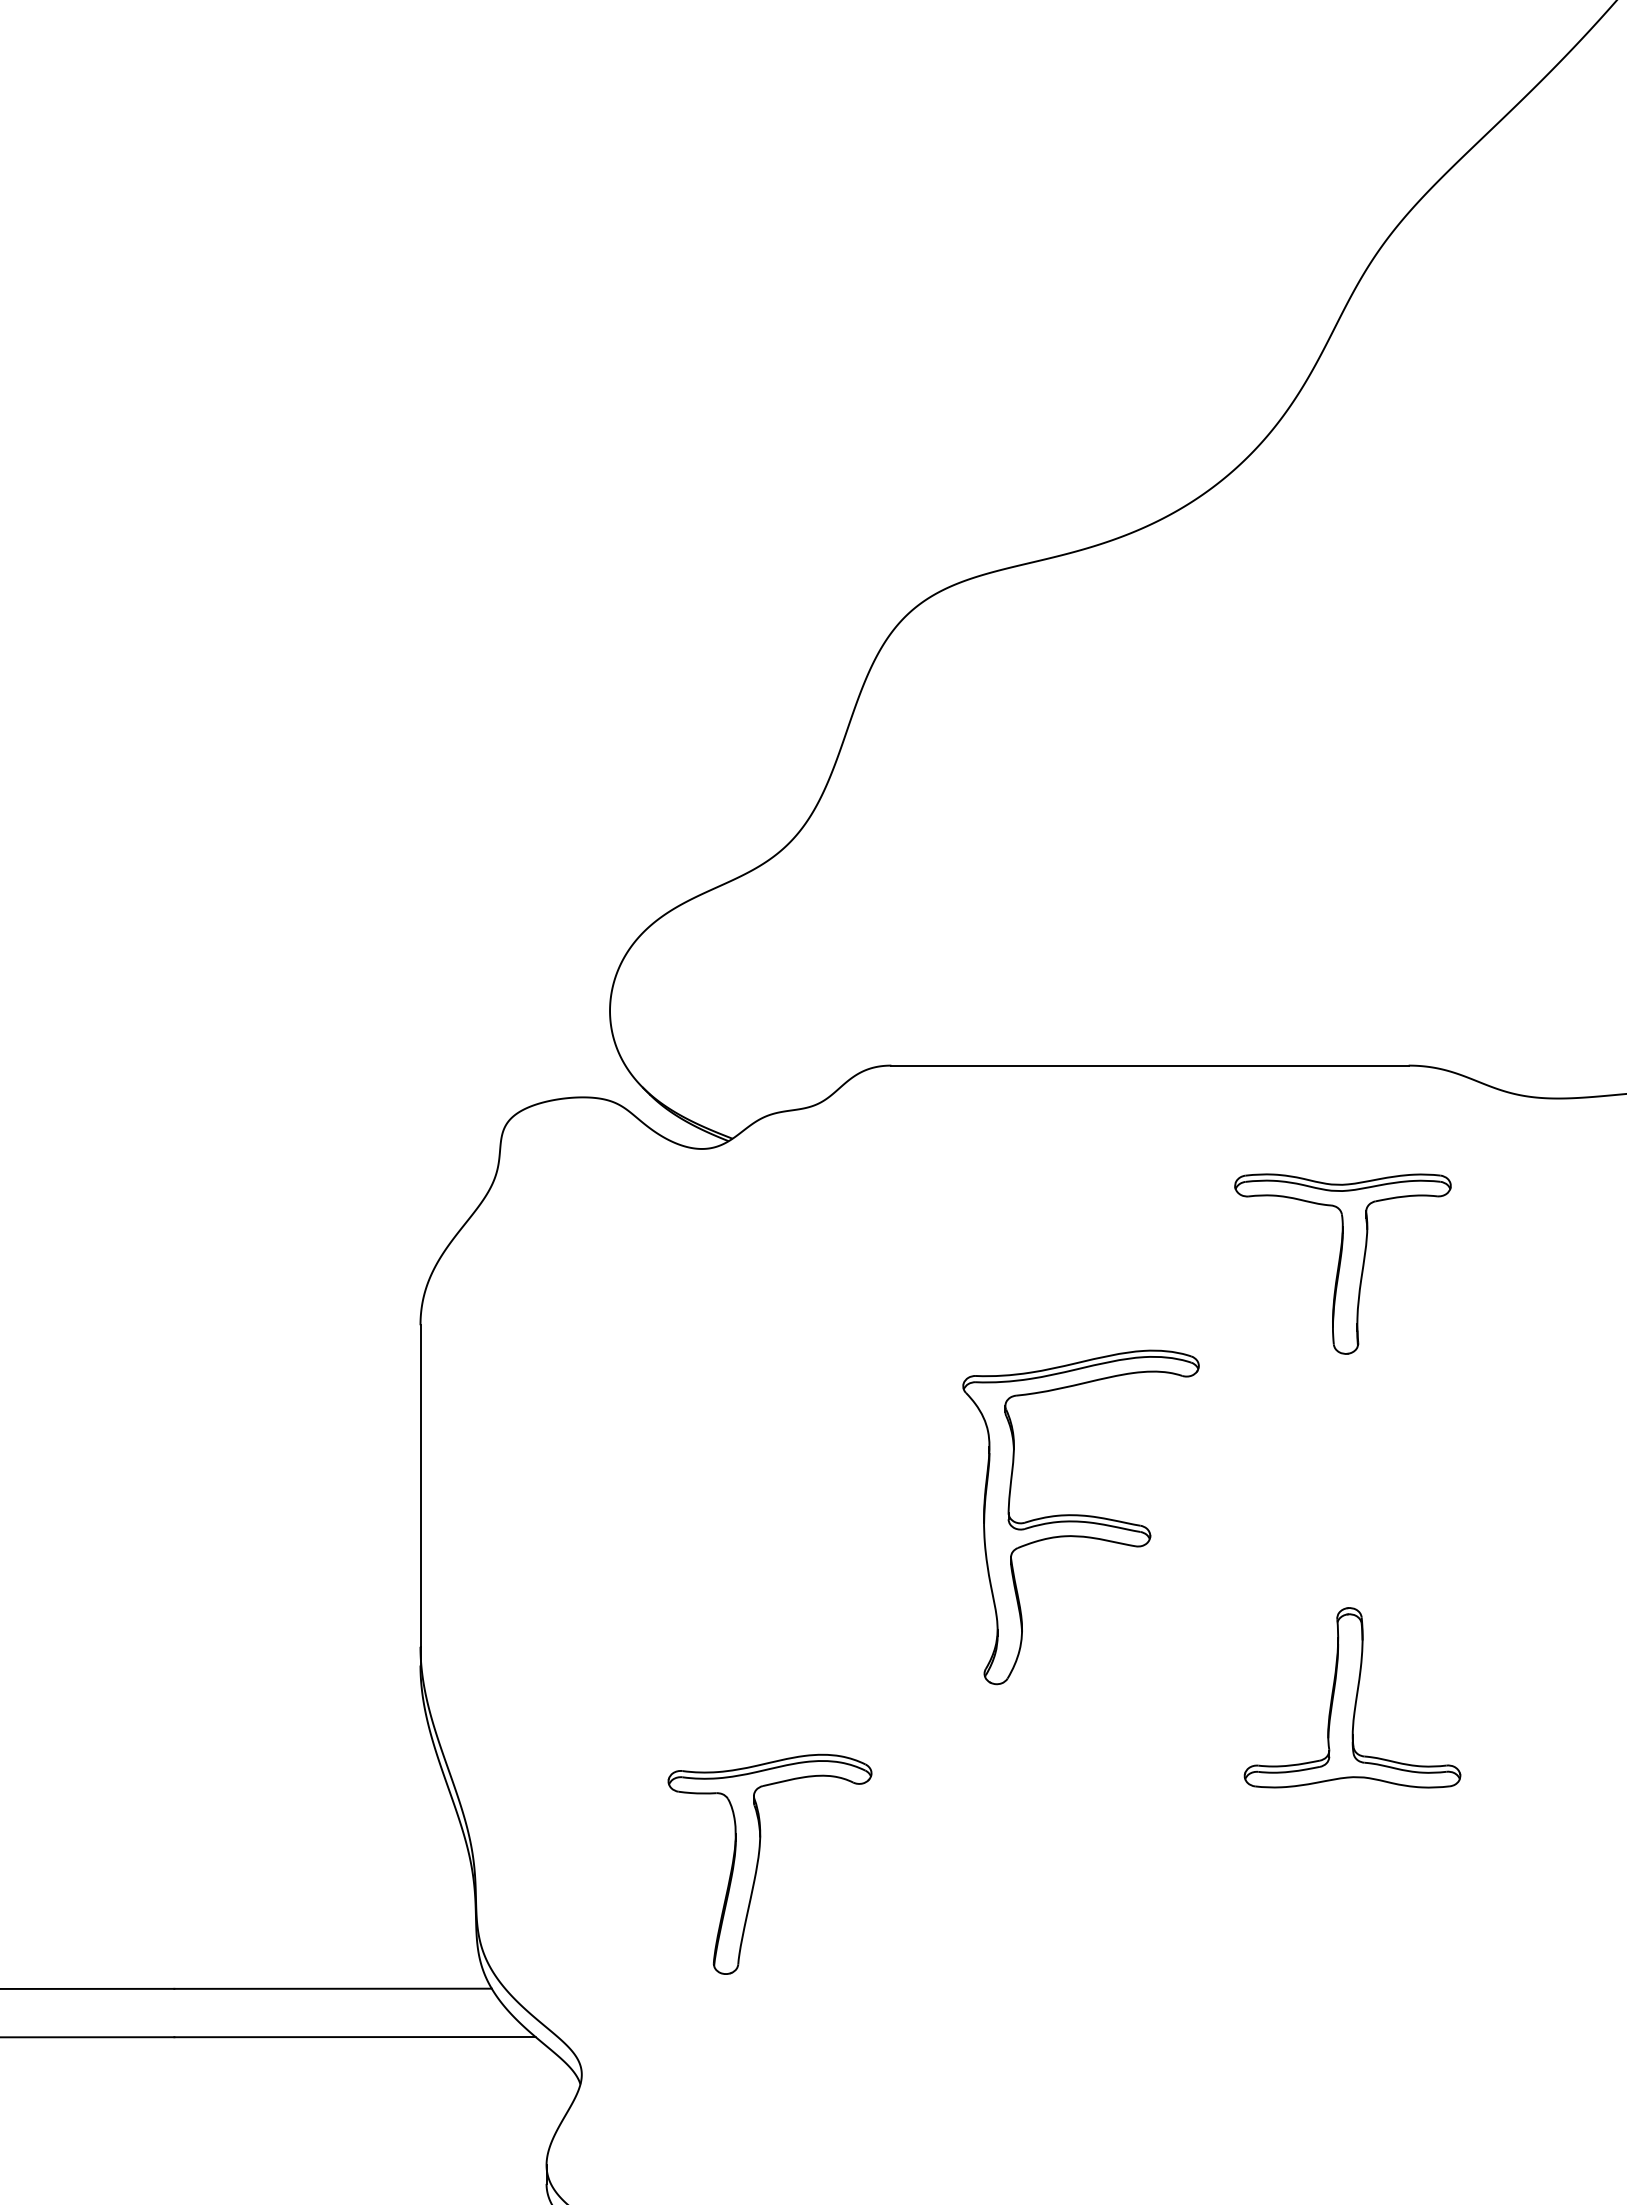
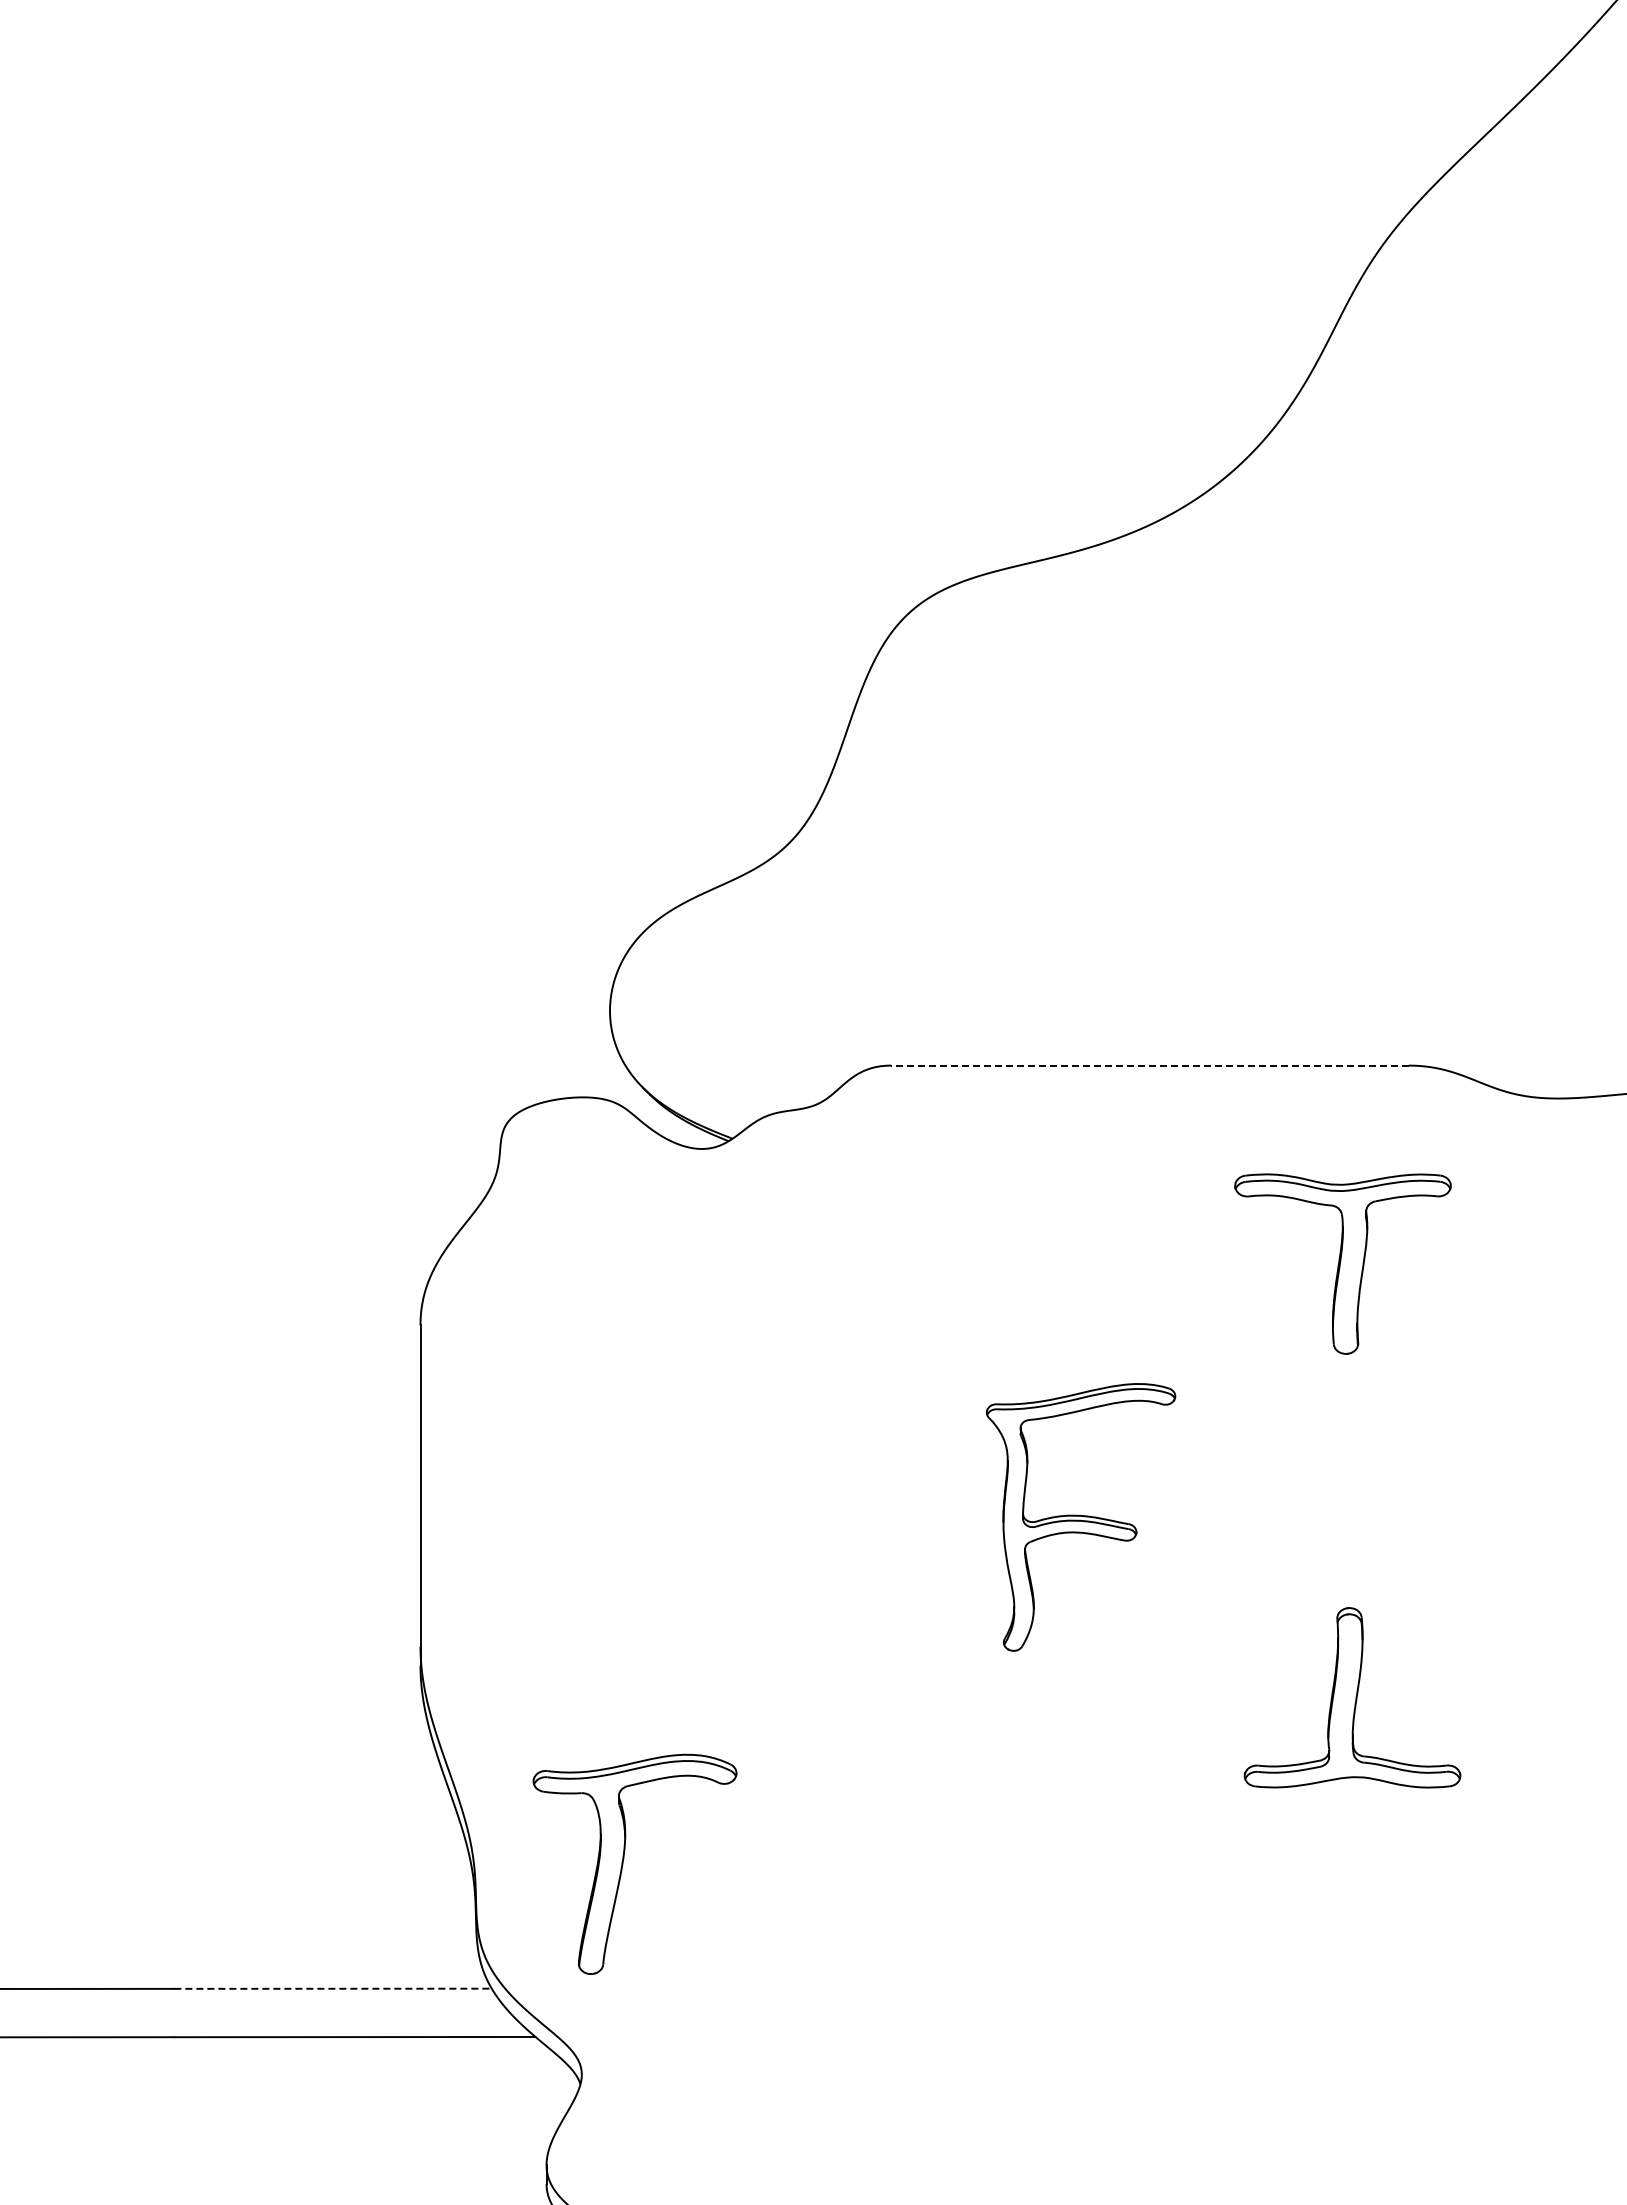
line at (1150, 1065): solid -> dashed
part at (1080, 1517) size: 238x337 px -> 191x269 px
part at (759, 1859) position: (759, 1859) -> (624, 1859)
line at (333, 1988): solid -> dashed
